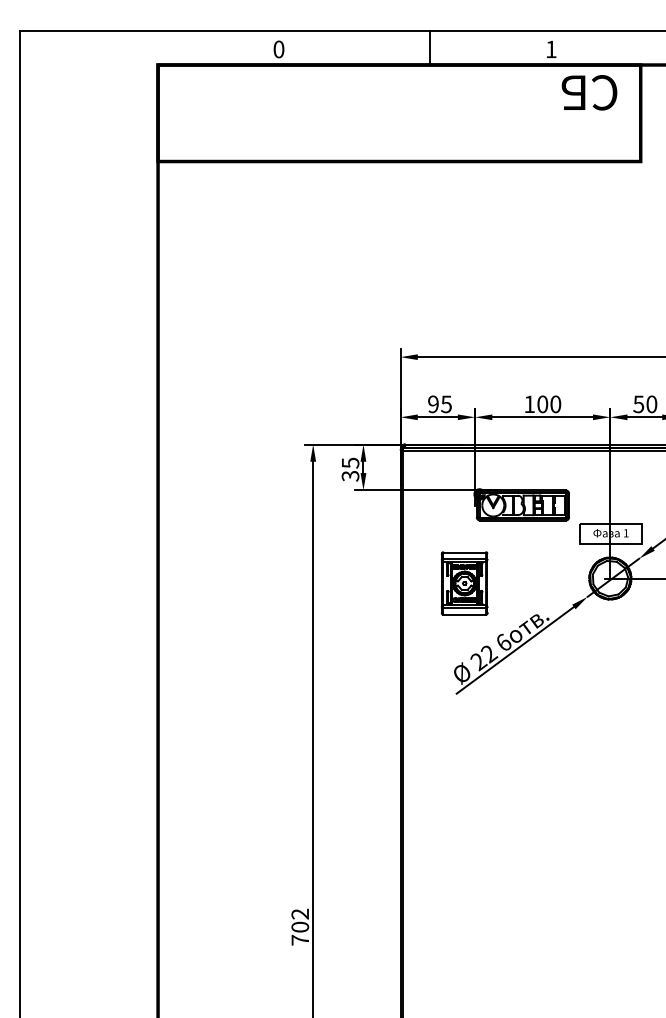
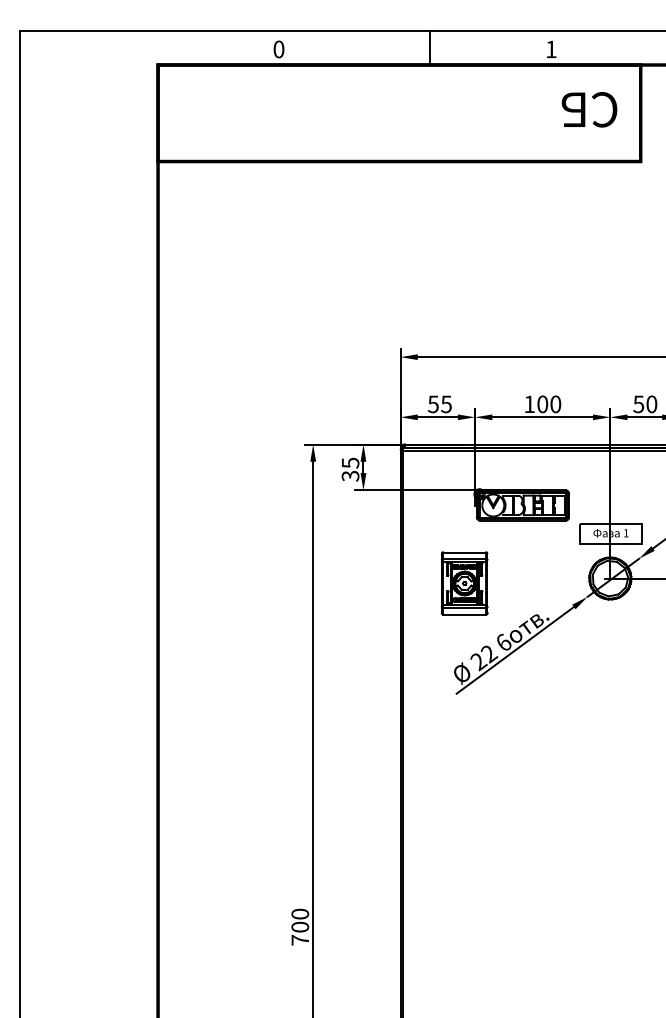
text at (589, 92) position: (589, 92) -> (589, 109)
text at (433, 404): 95 -> 55
text at (300, 913): 702 -> 700
